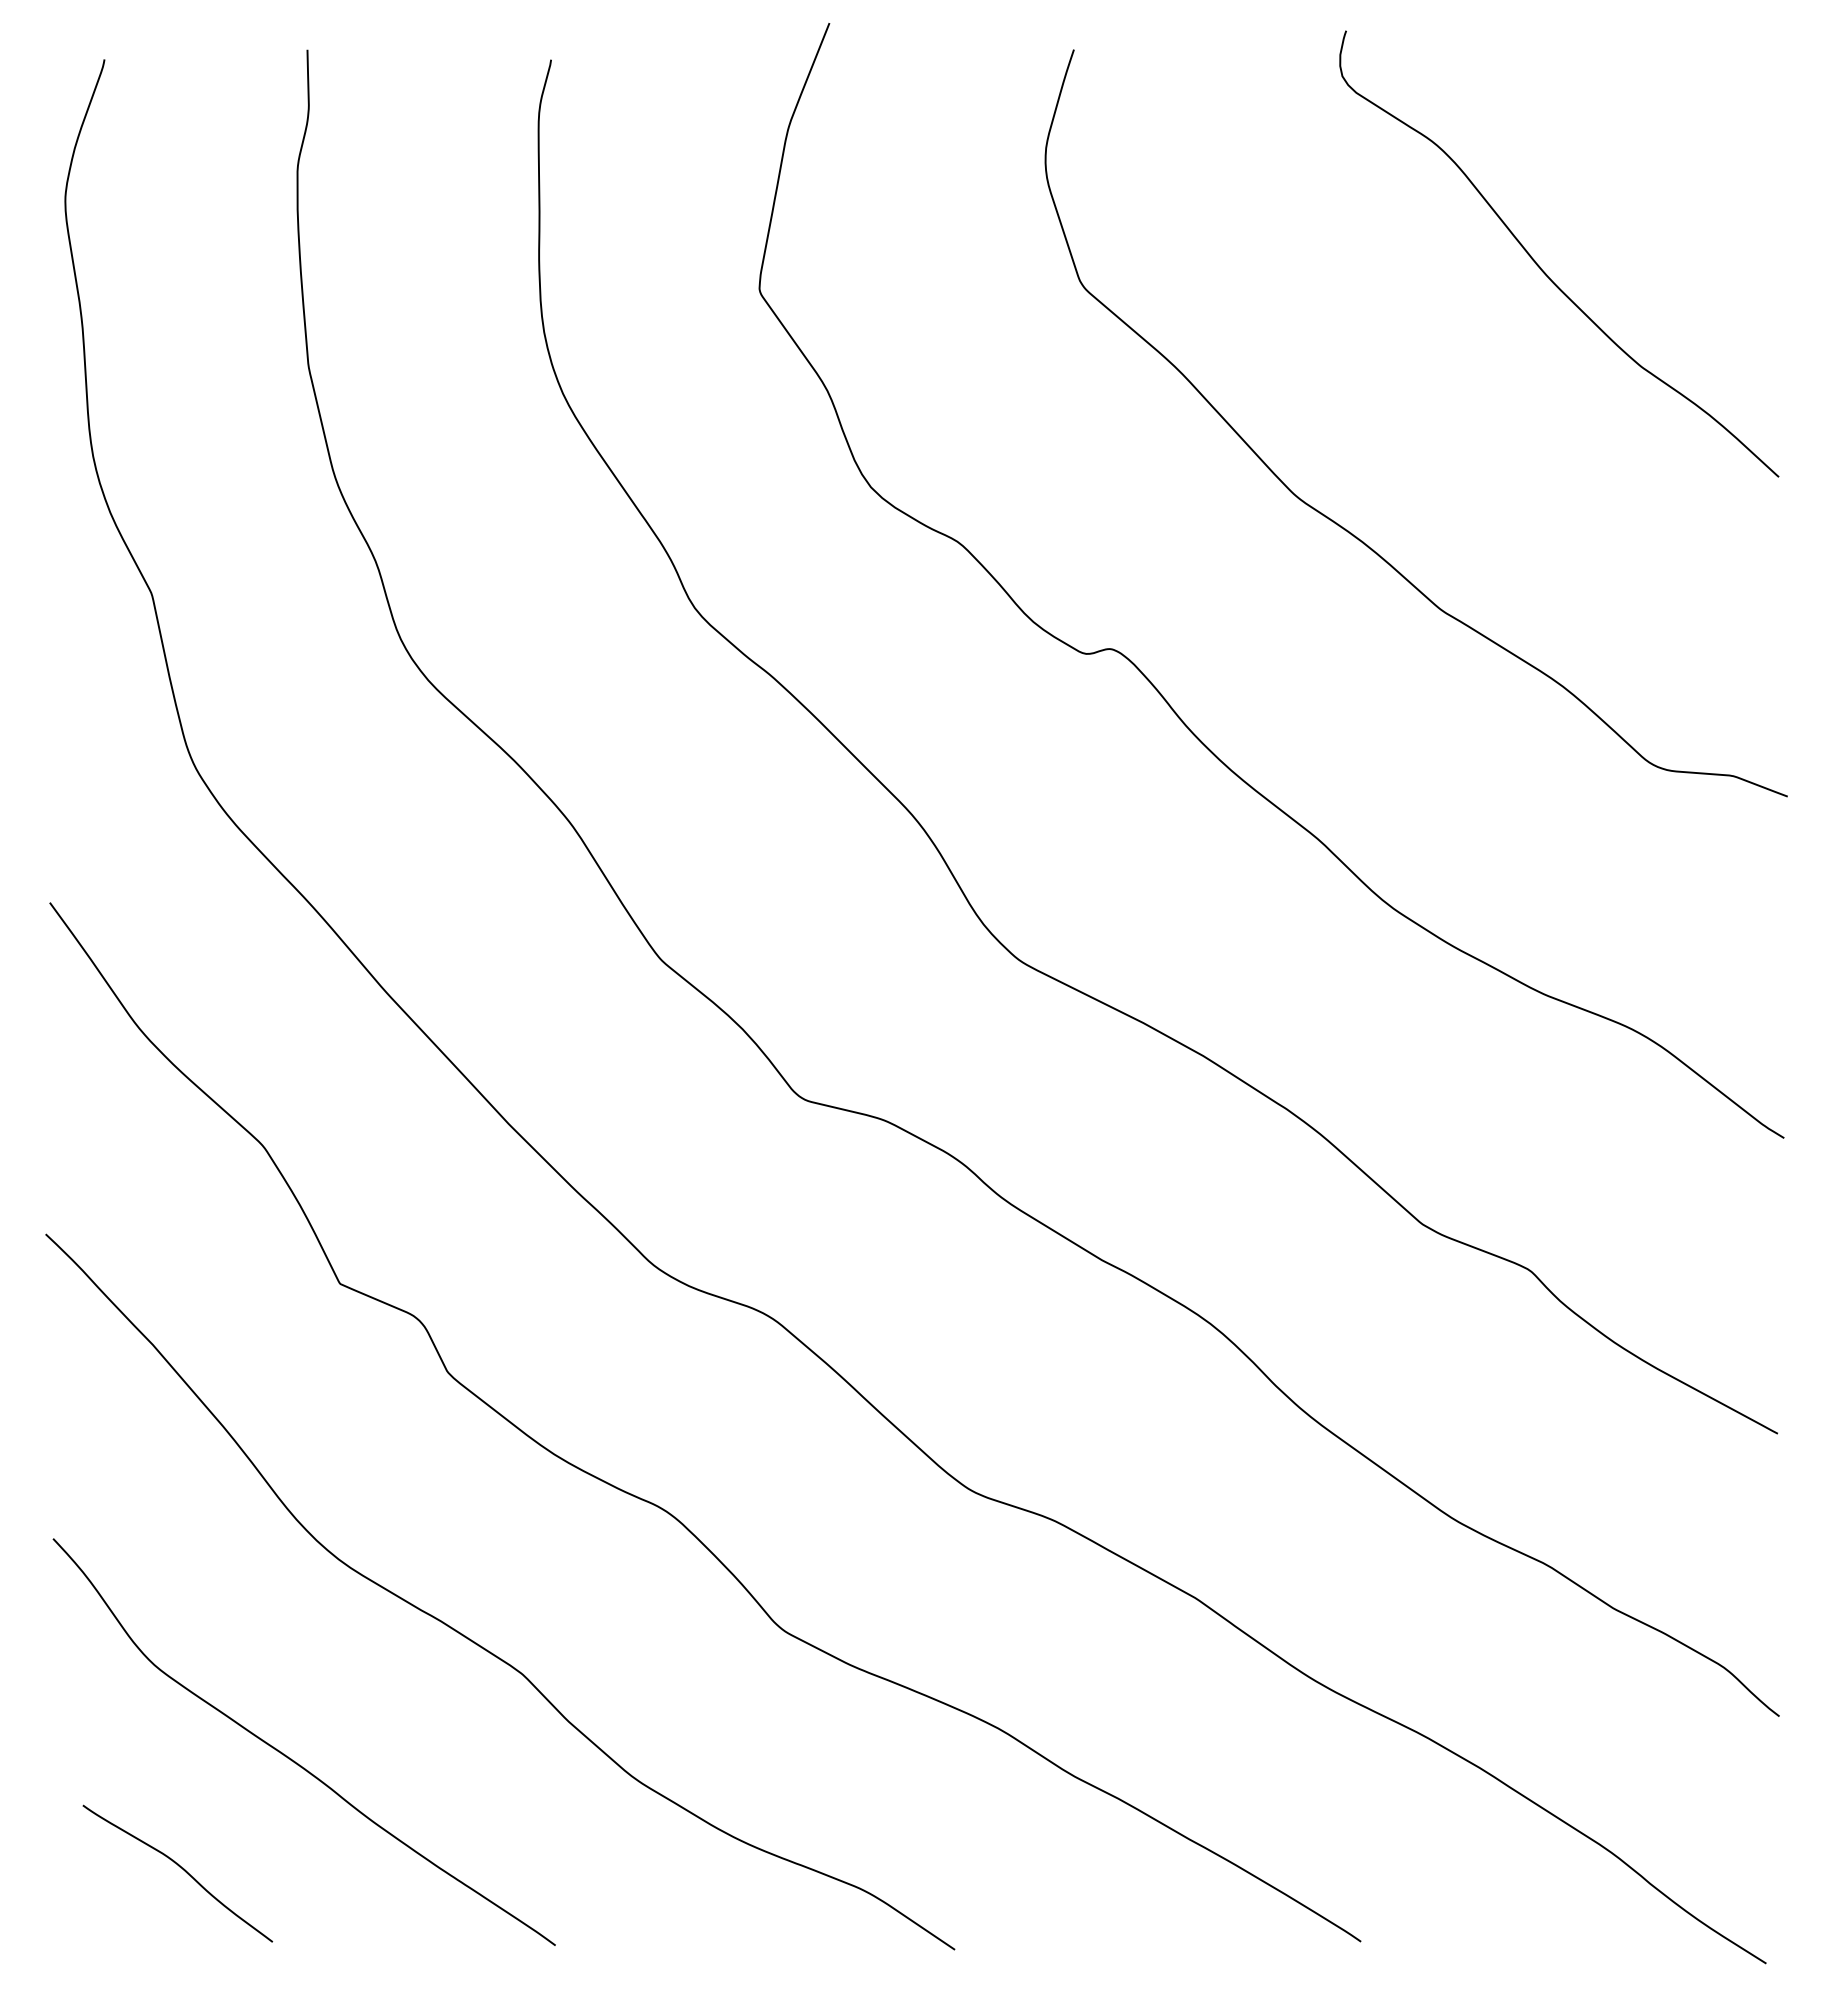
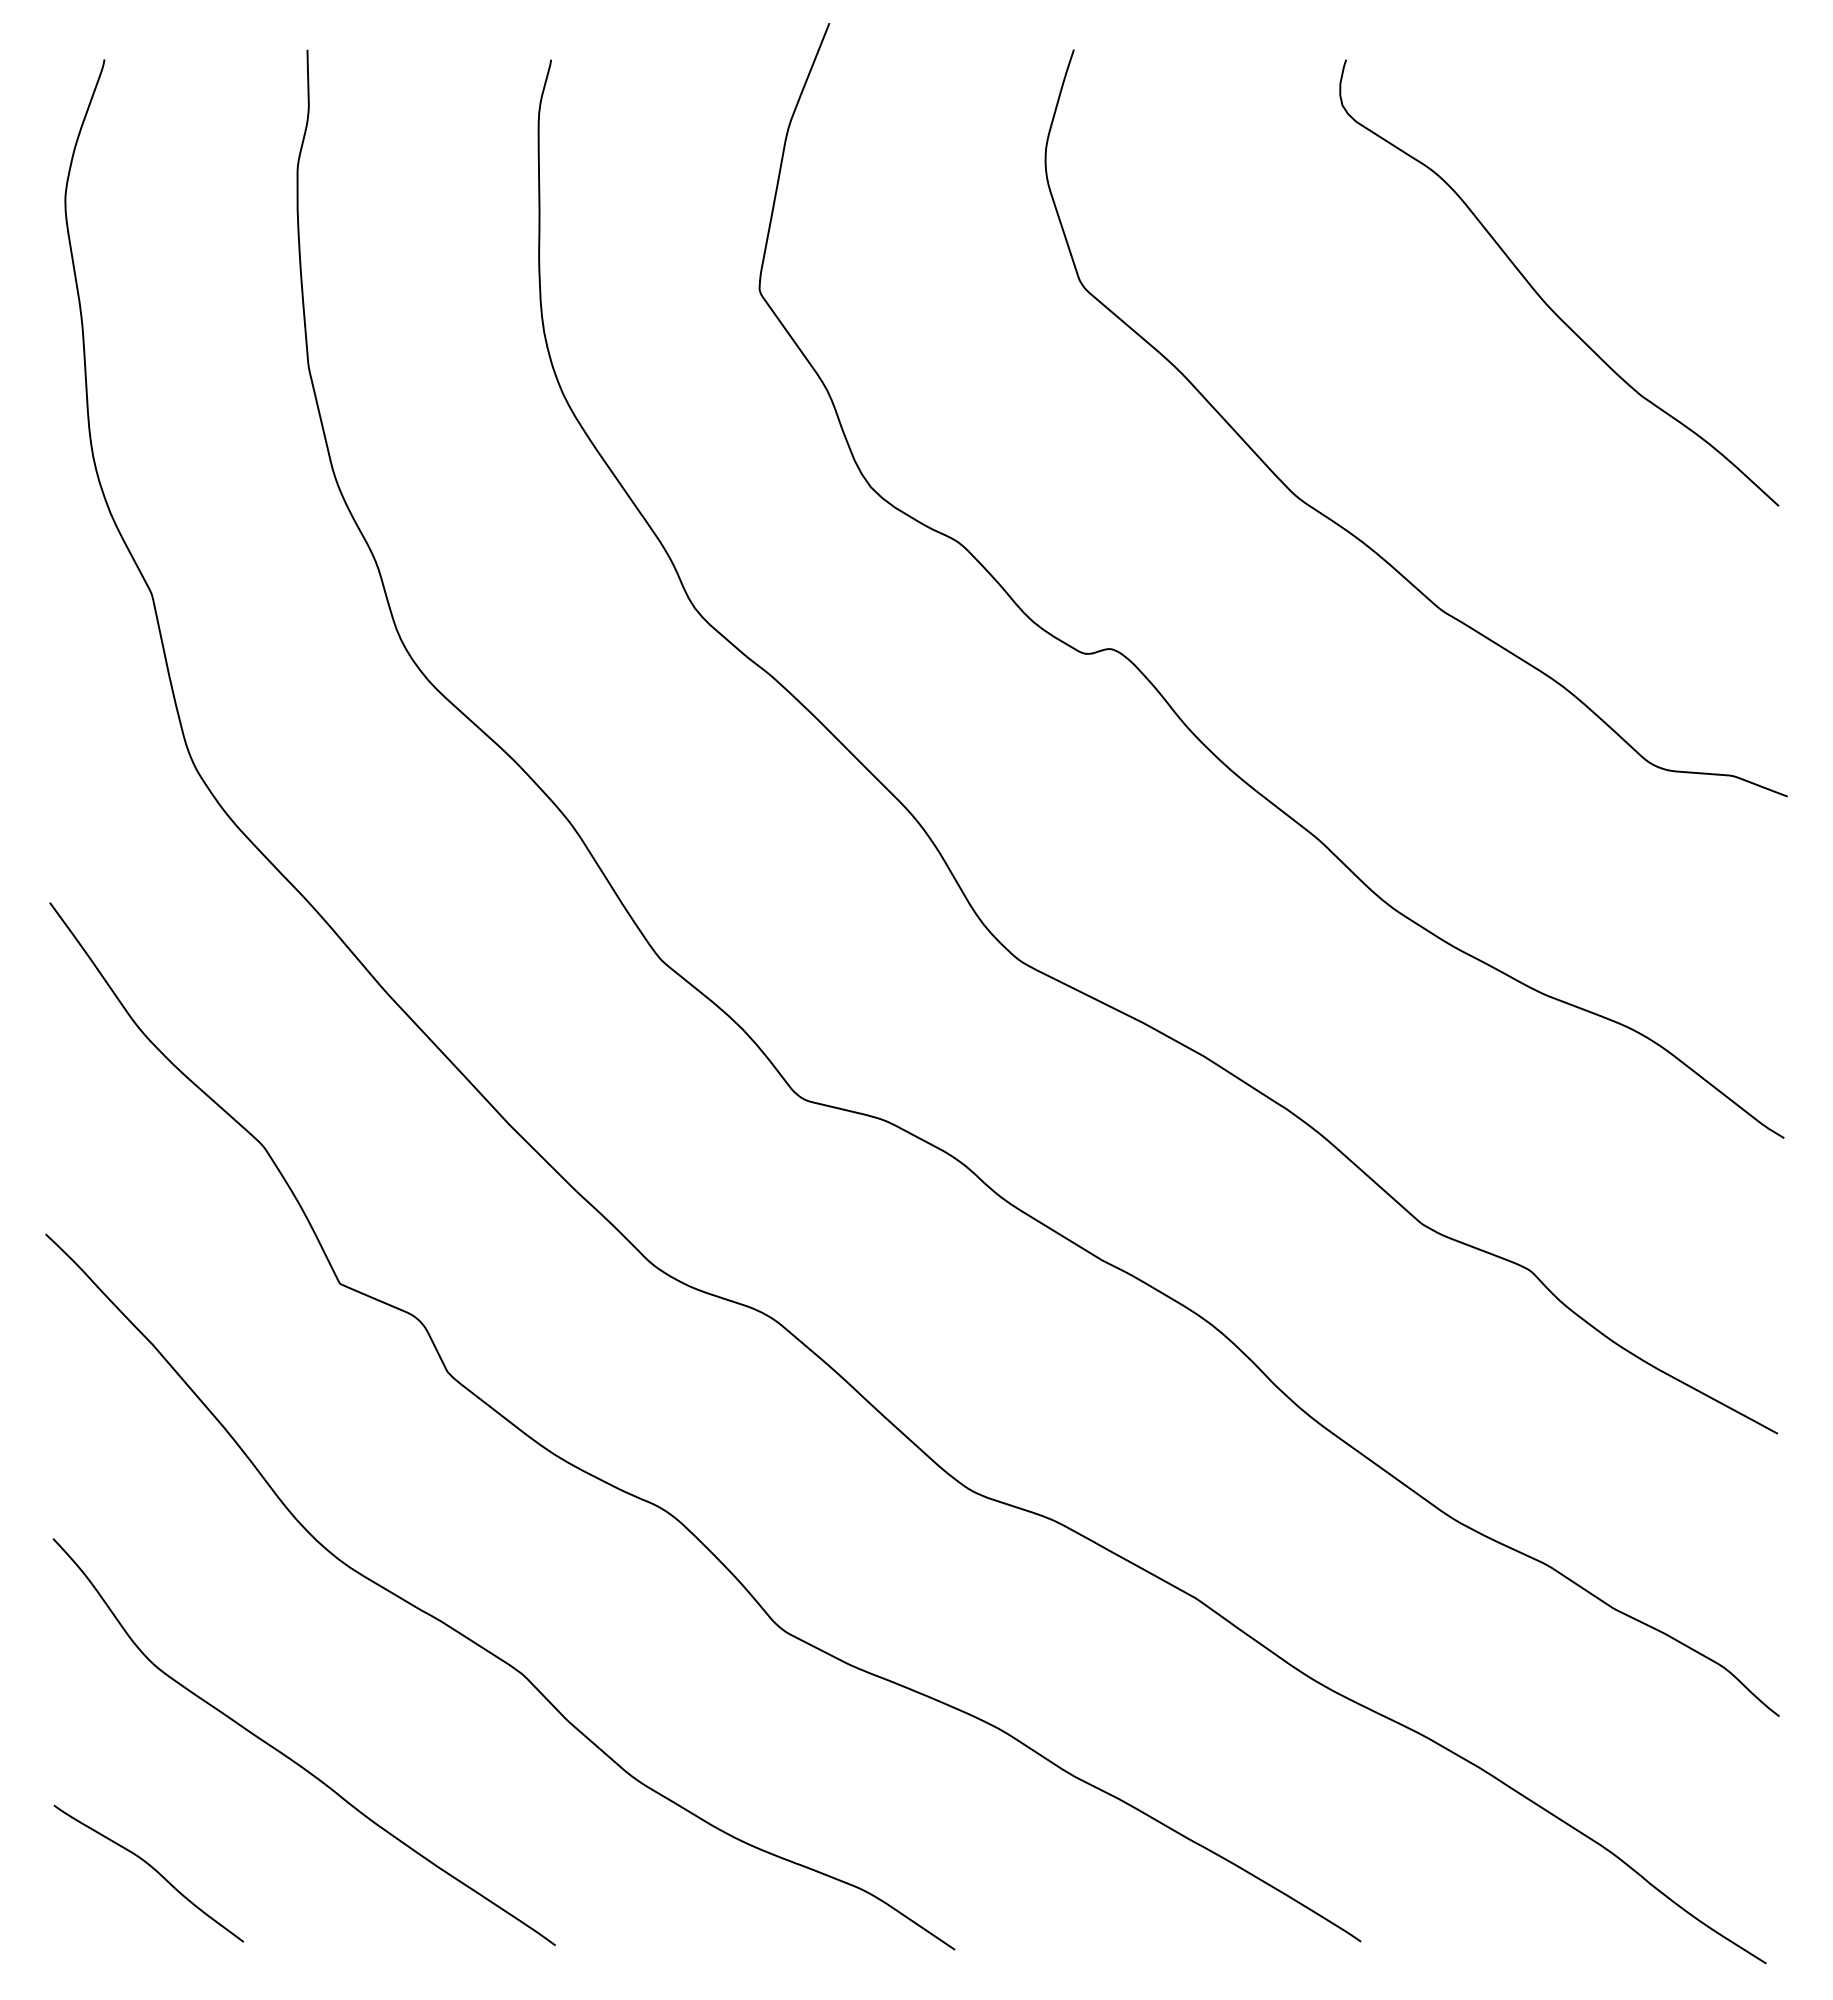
curve at (1540, 266) position: (1540, 266) -> (1540, 295)
curve at (179, 1867) position: (179, 1867) -> (150, 1867)
